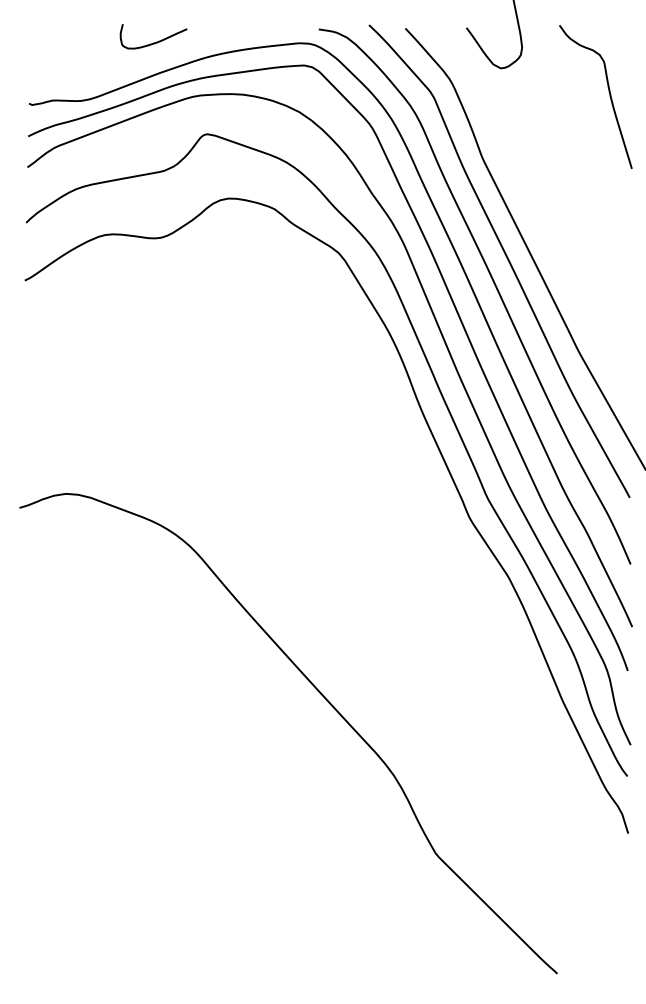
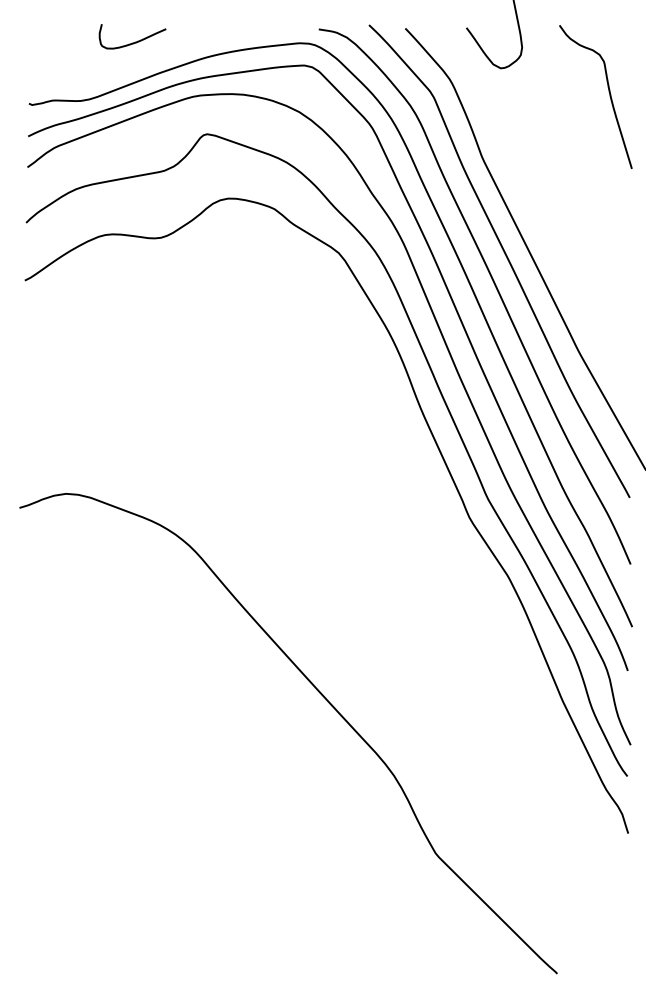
curve at (156, 41) position: (156, 41) -> (135, 41)
